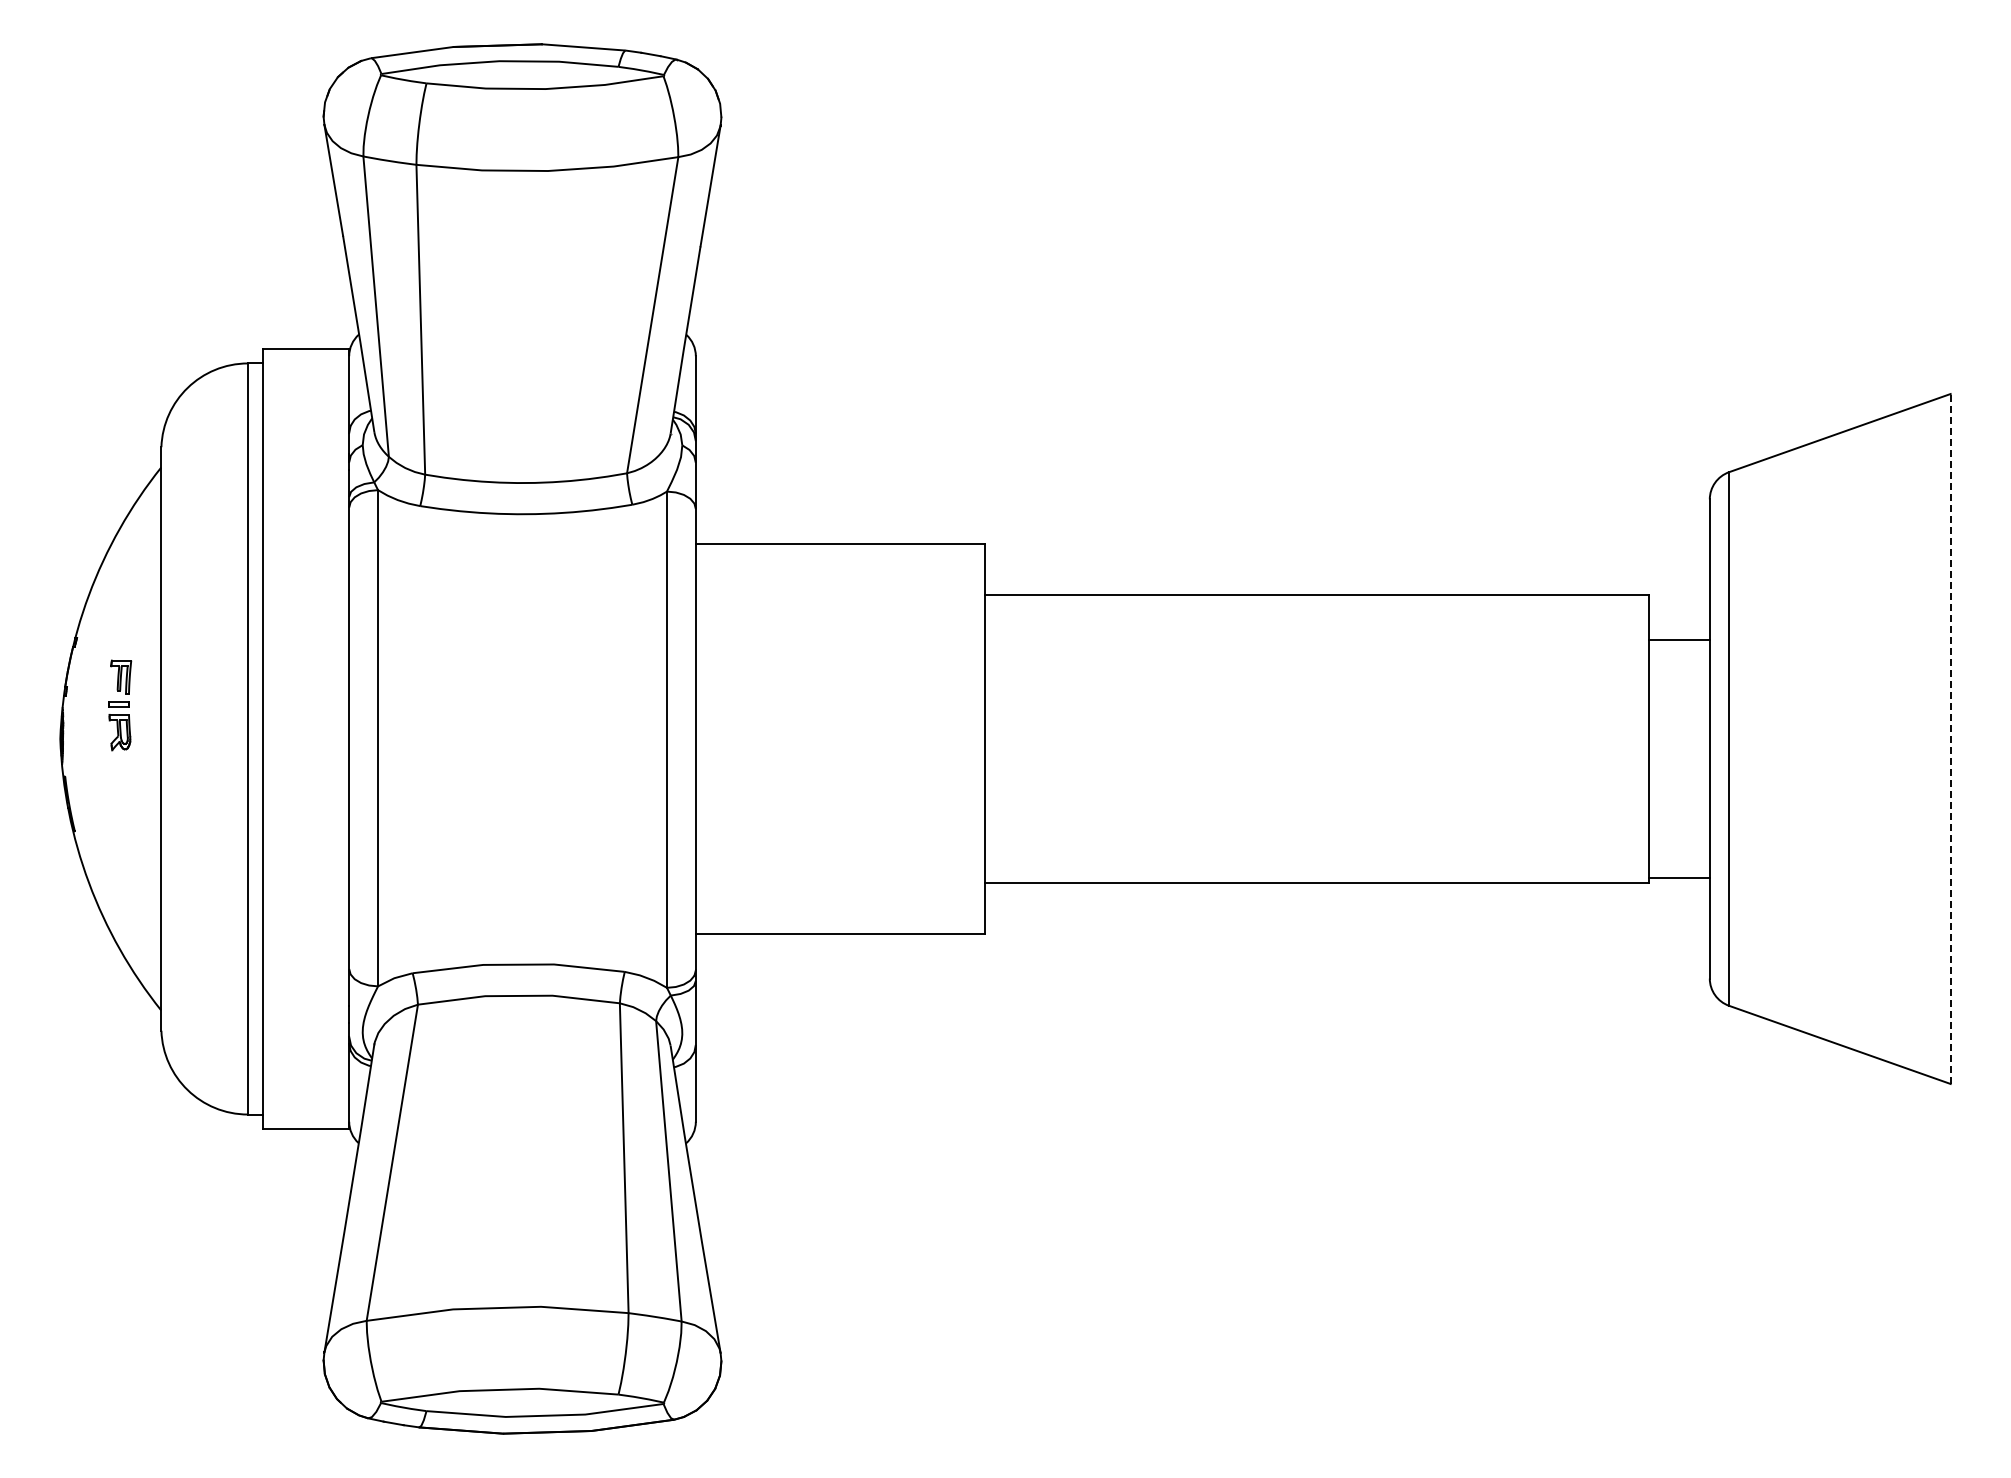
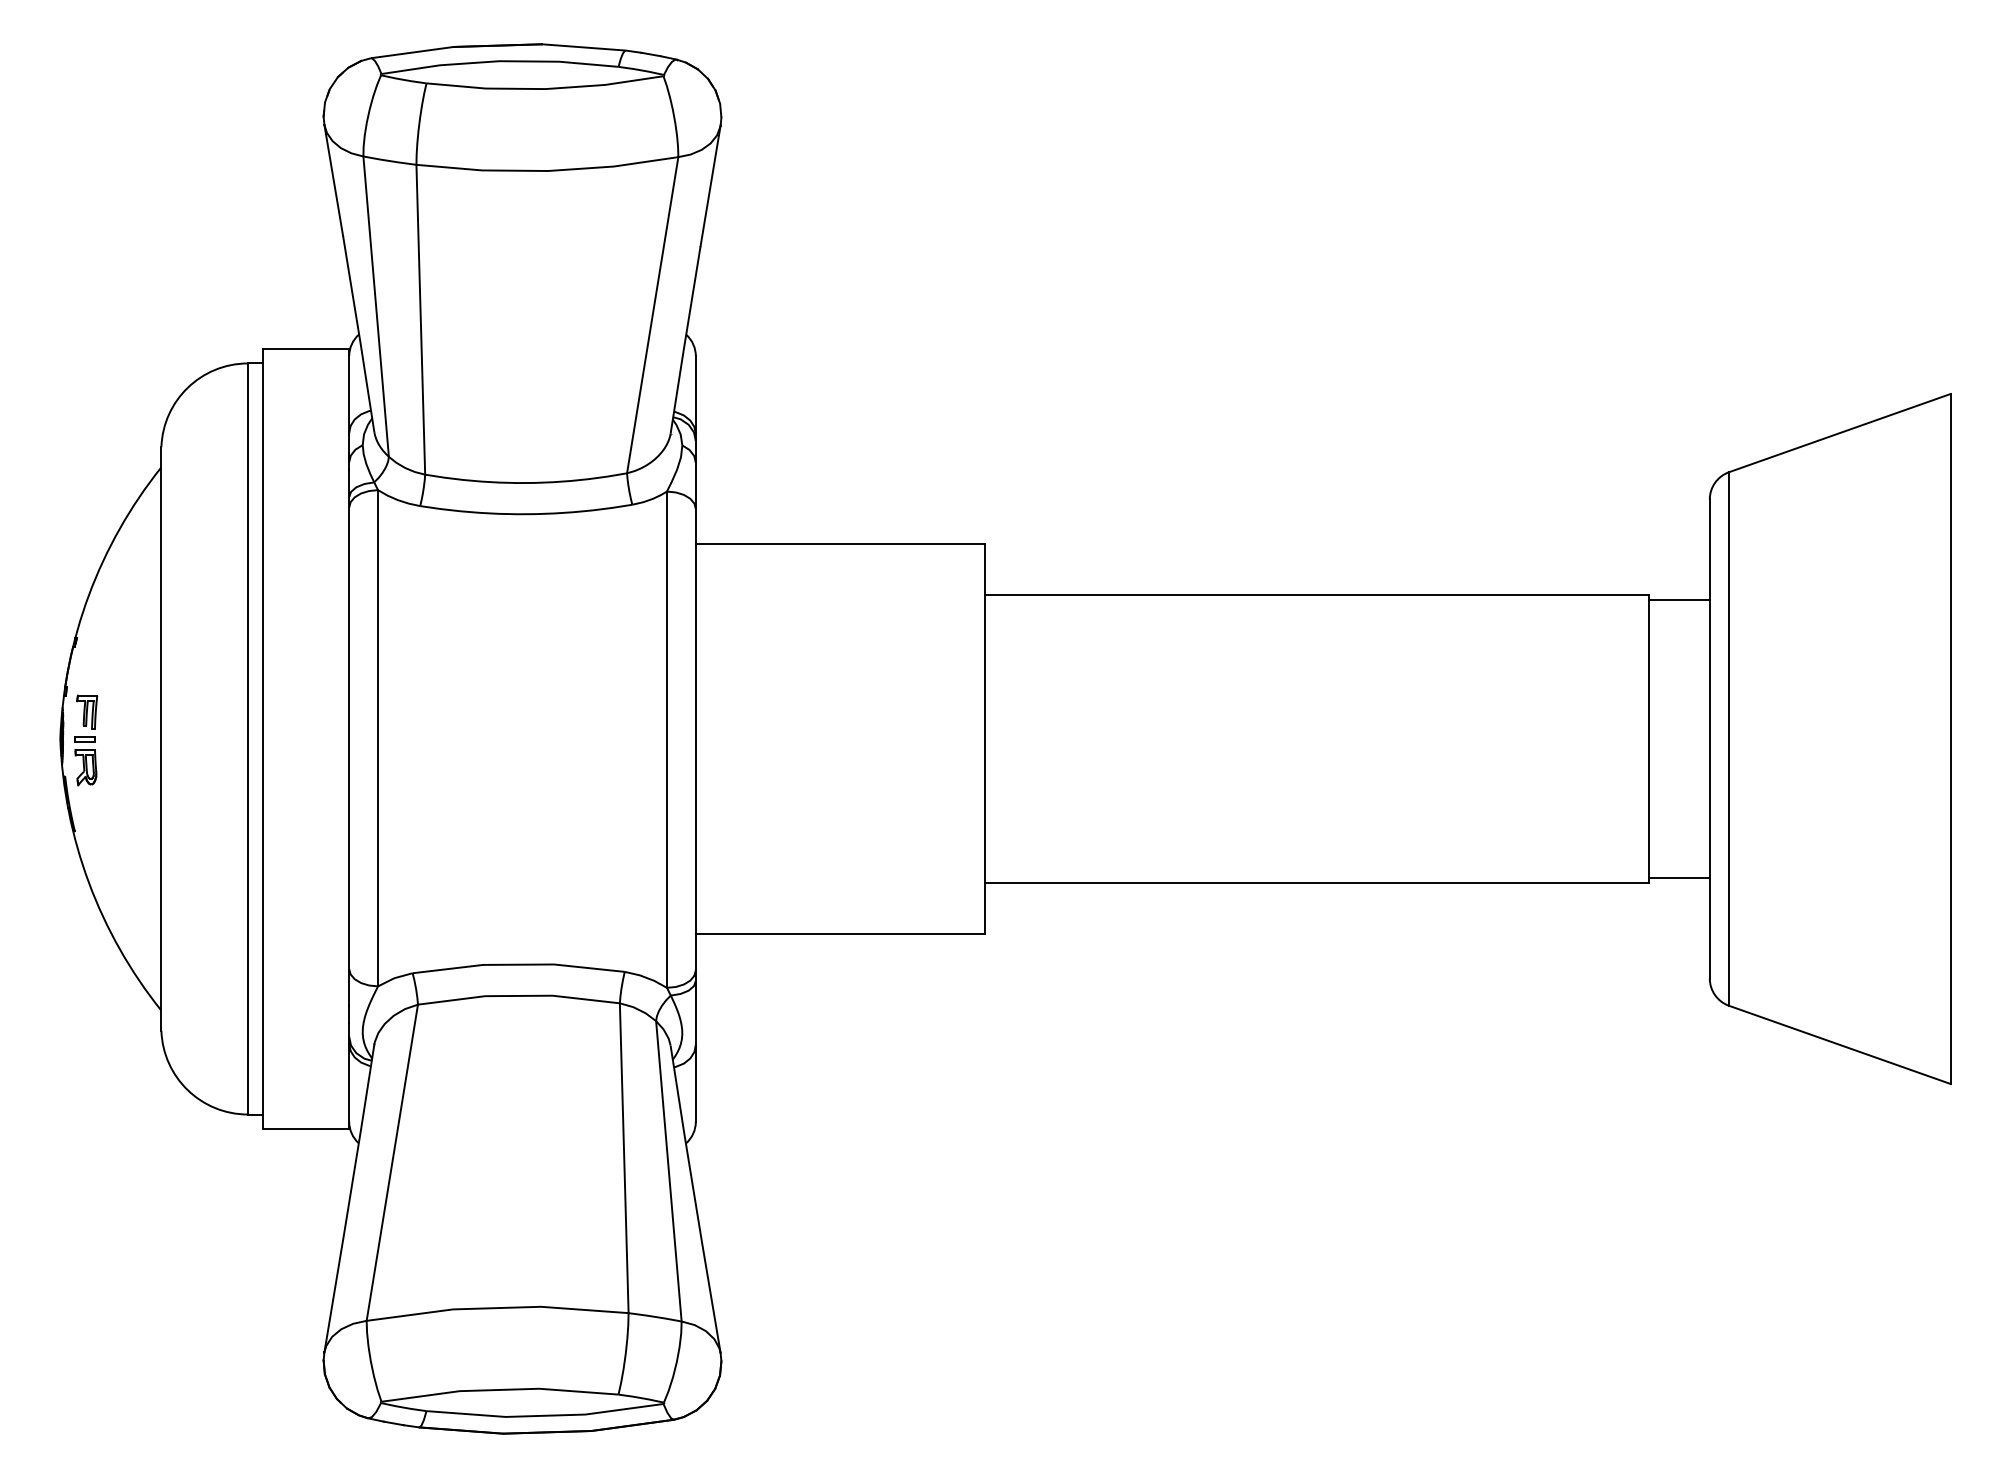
line at (1679, 640) position: (1679, 640) -> (1679, 600)
part at (120, 705) position: (120, 705) -> (86, 740)
line at (1950, 738): dashed -> solid
